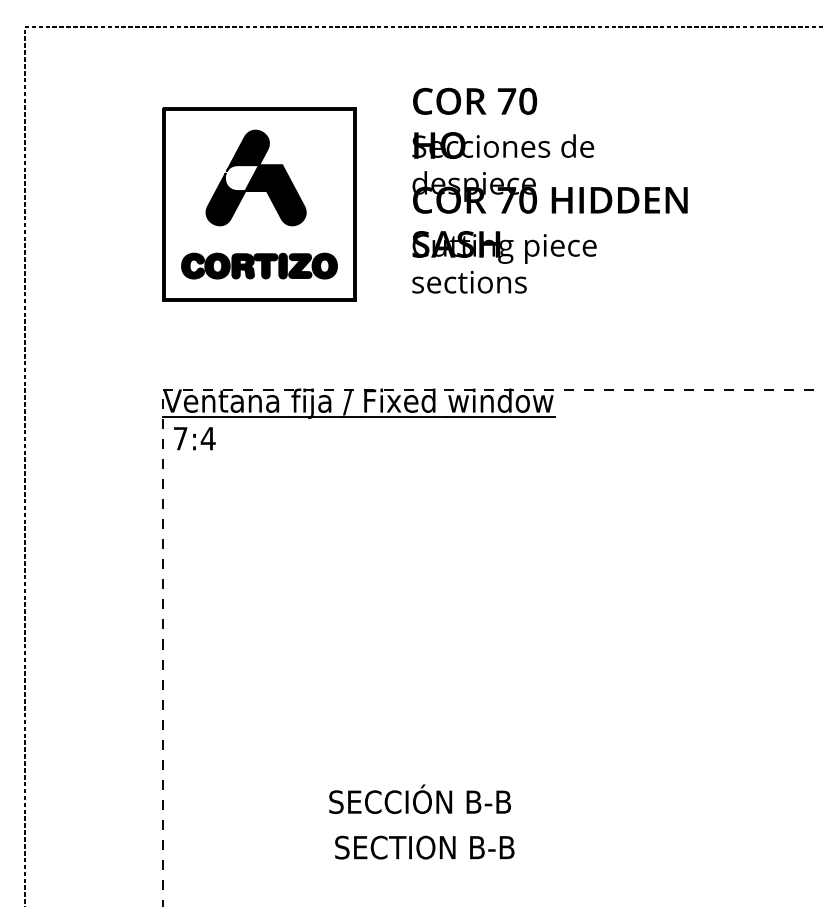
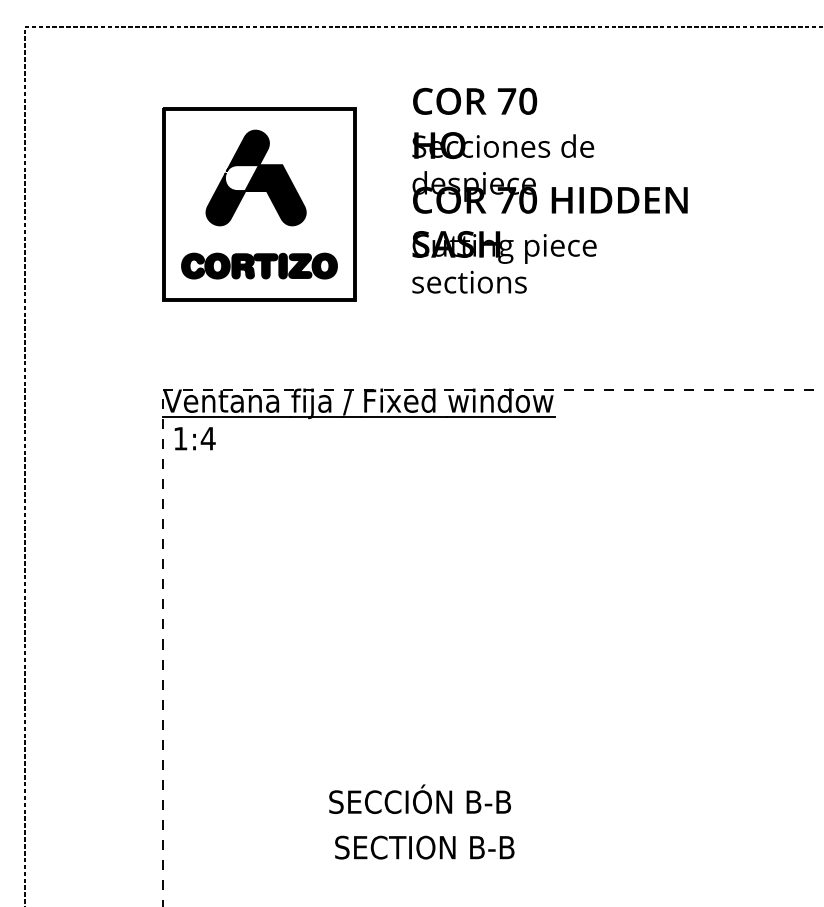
text at (180, 438): 7:4 -> 1:4
